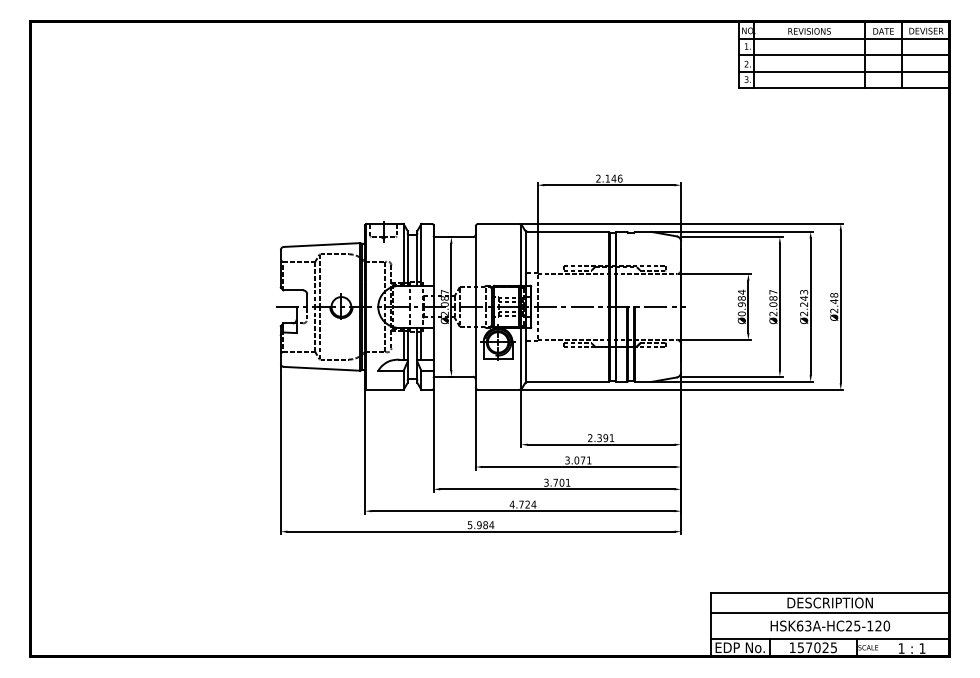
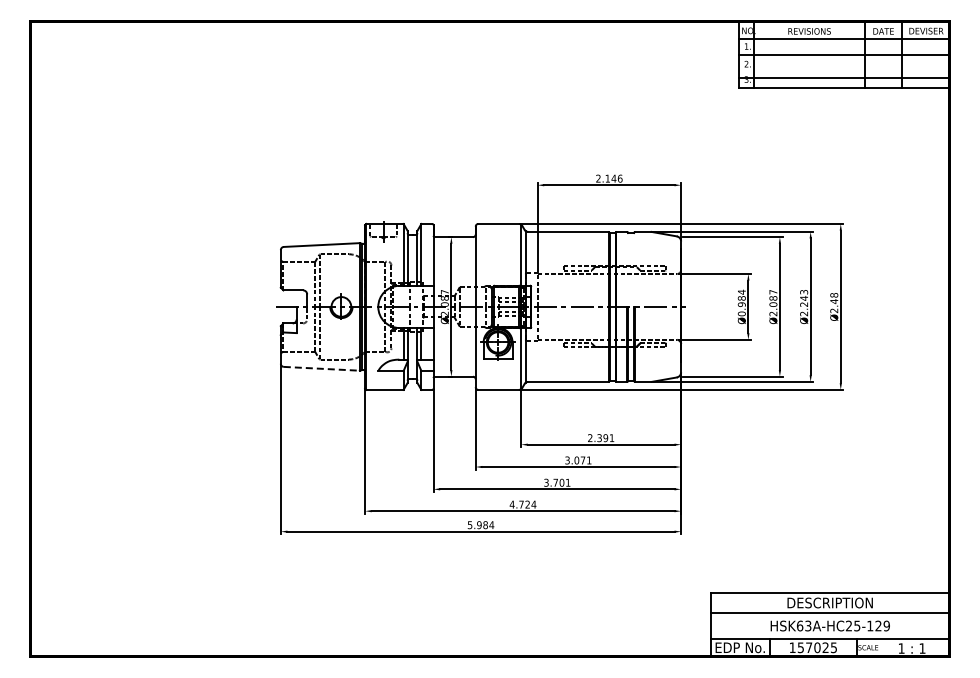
line at (843, 72) position: (843, 72) -> (843, 78)
line at (322, 368): solid -> dashed
text at (886, 626): HSK63A-HC25-120 -> HSK63A-HC25-129
